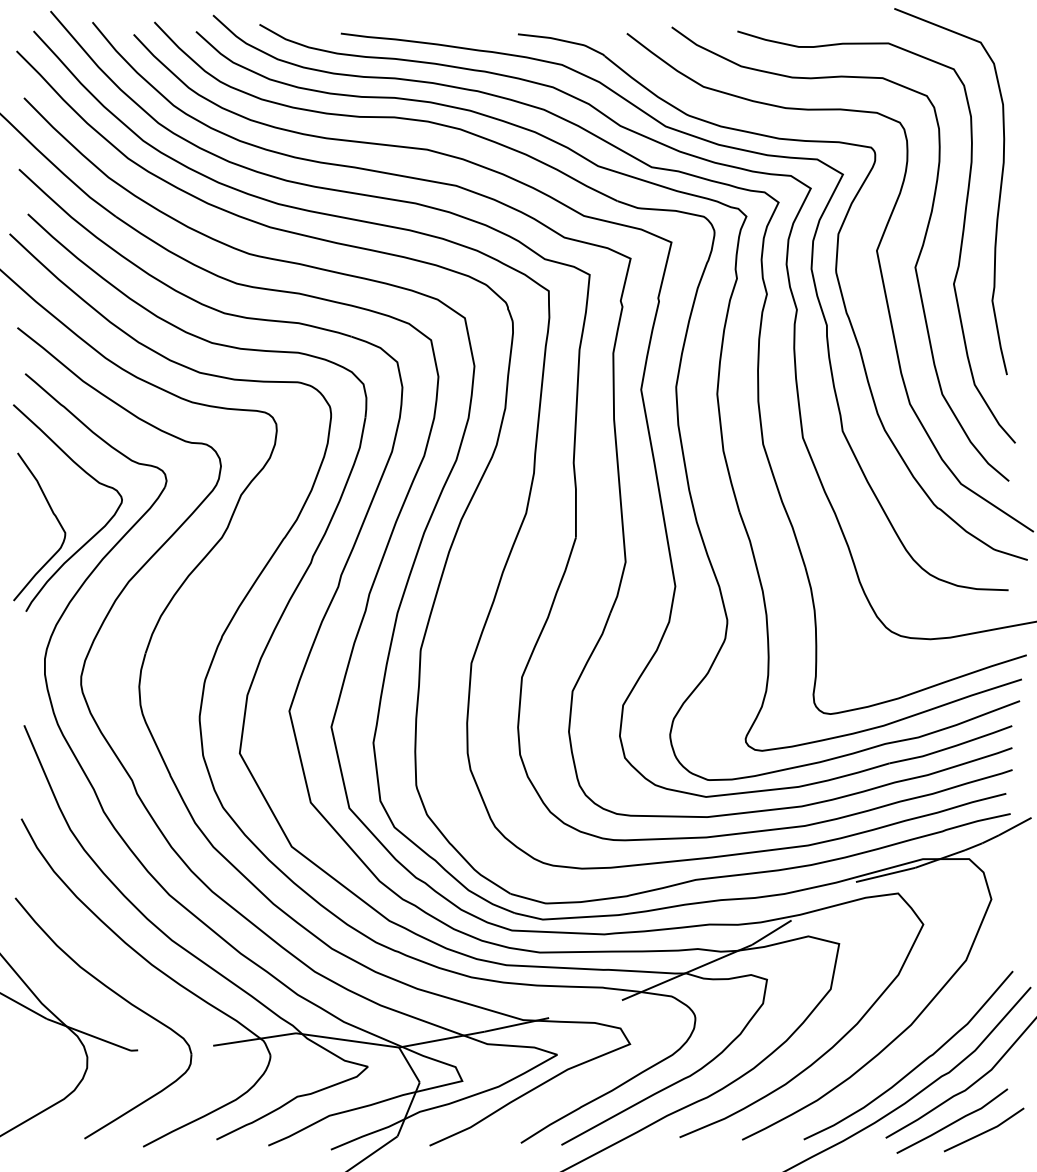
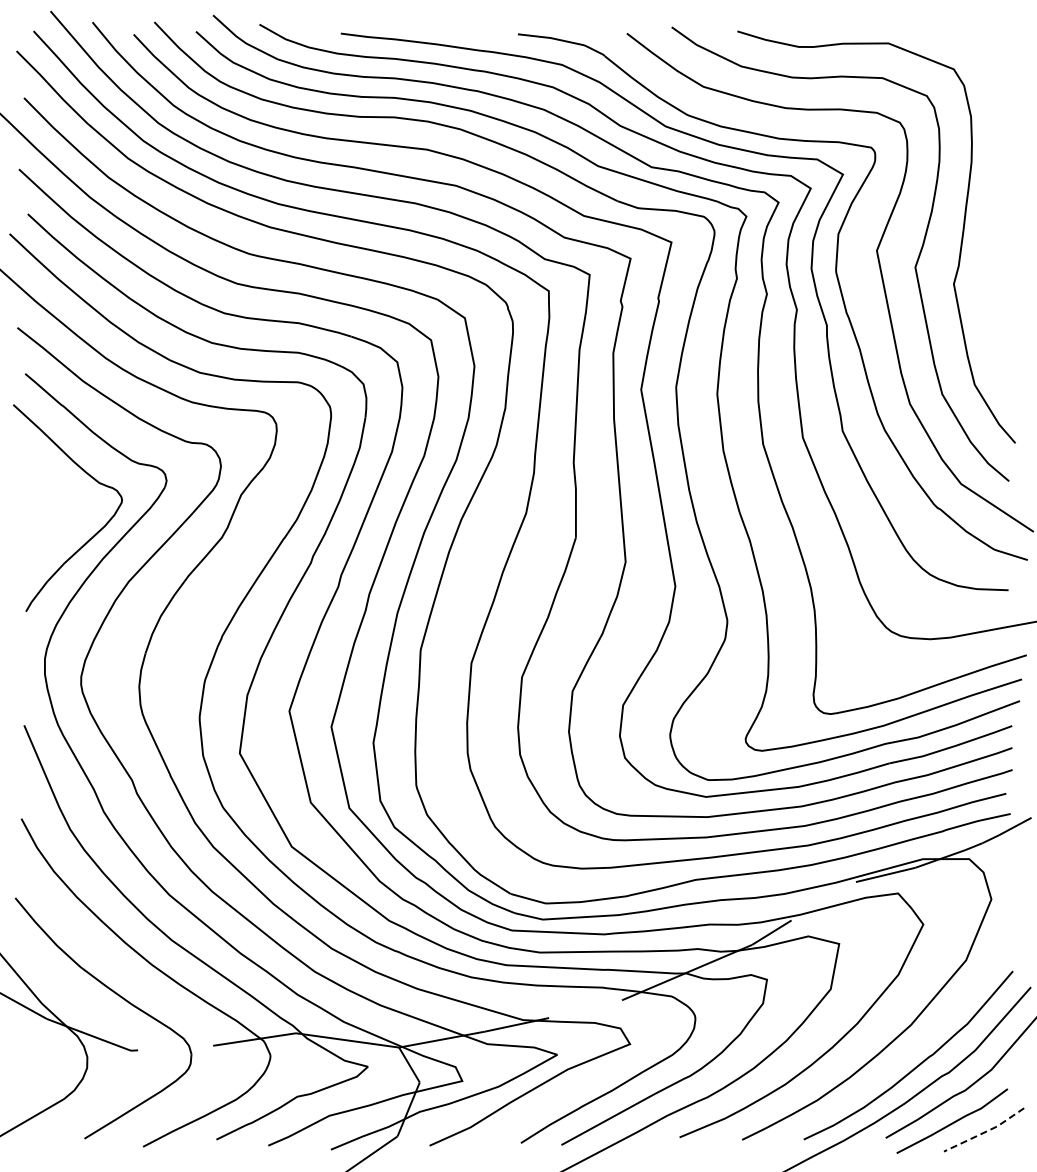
curve at (998, 198): present -> none
curve at (54, 516): present -> none
line at (984, 1132): solid -> dashed
